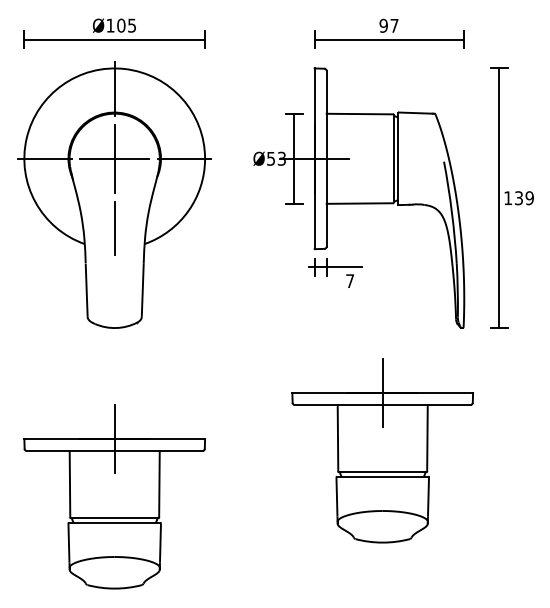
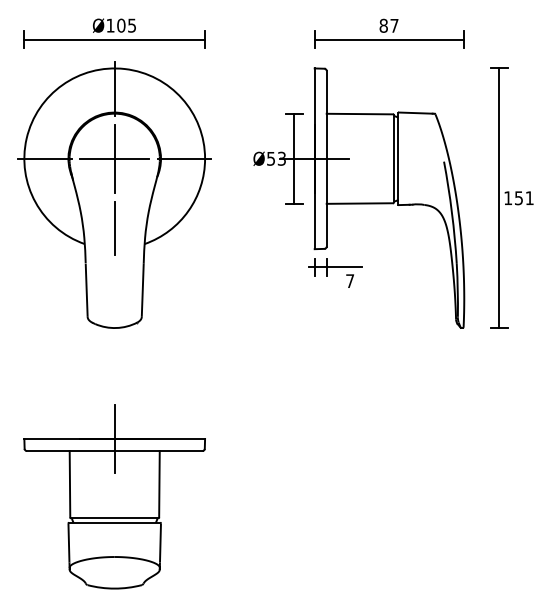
text at (383, 25): 97 -> 87
text at (524, 198): 139 -> 151
part at (382, 450): present -> none
